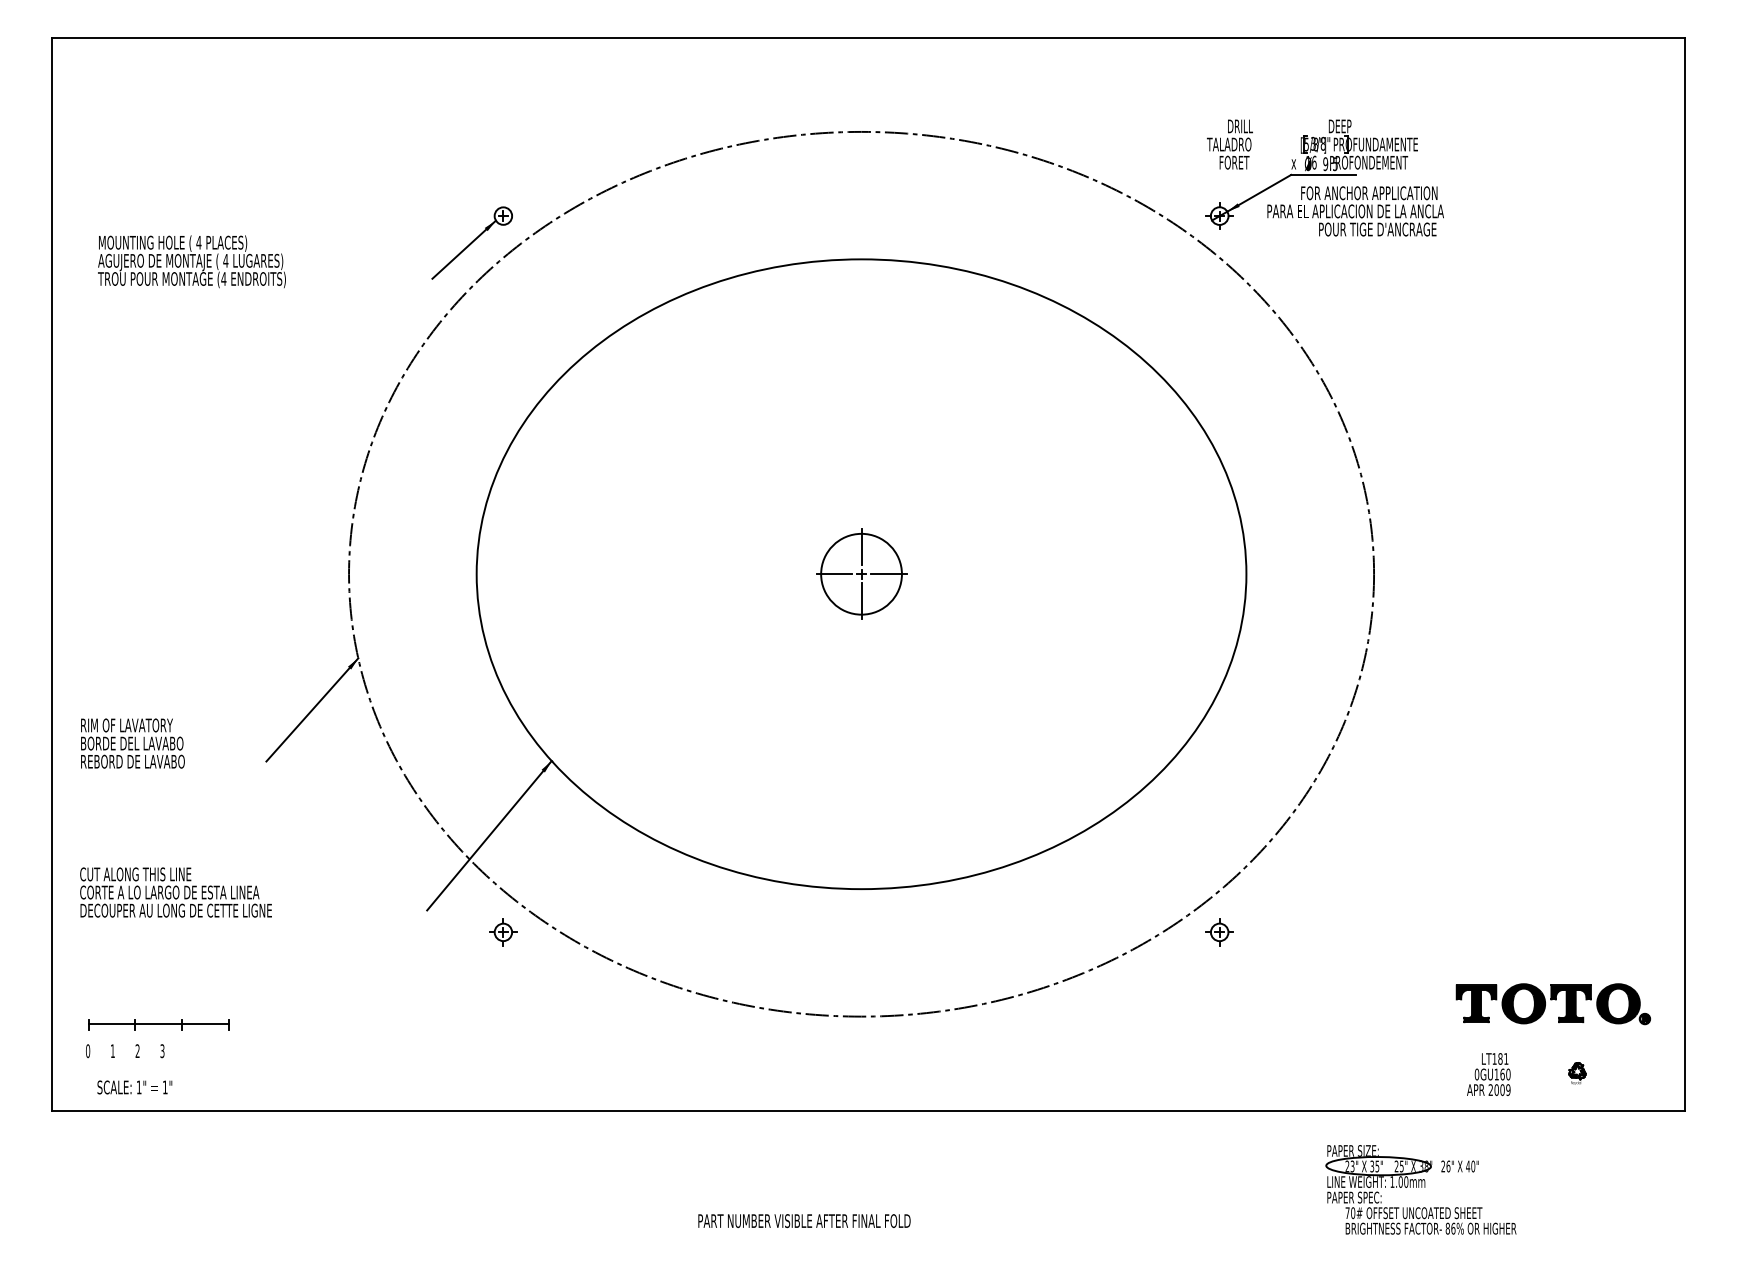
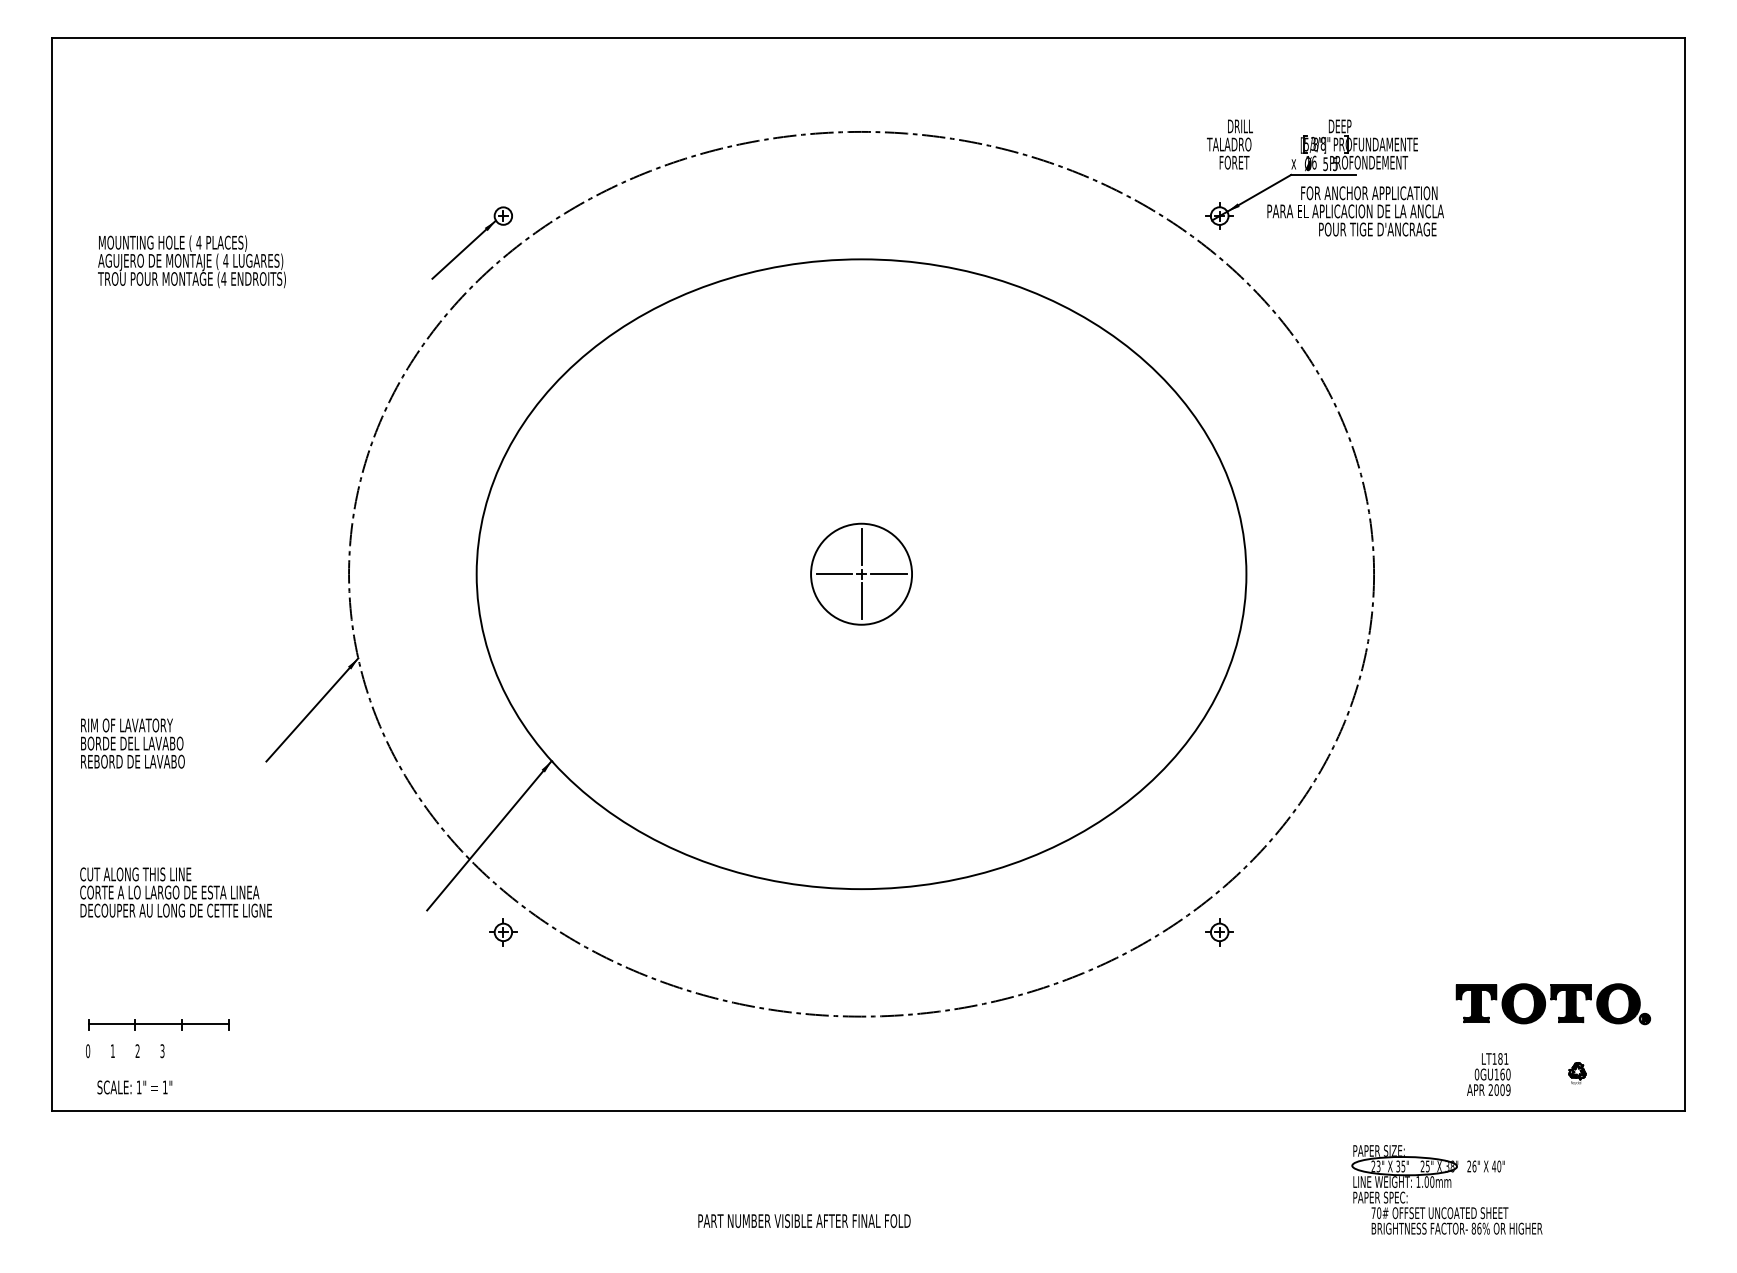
text at (1325, 163): 9.5 -> 5.5
circle at (861, 573) diameter: 81 px -> 101 px
part at (1420, 1189) position: (1420, 1189) -> (1446, 1189)
